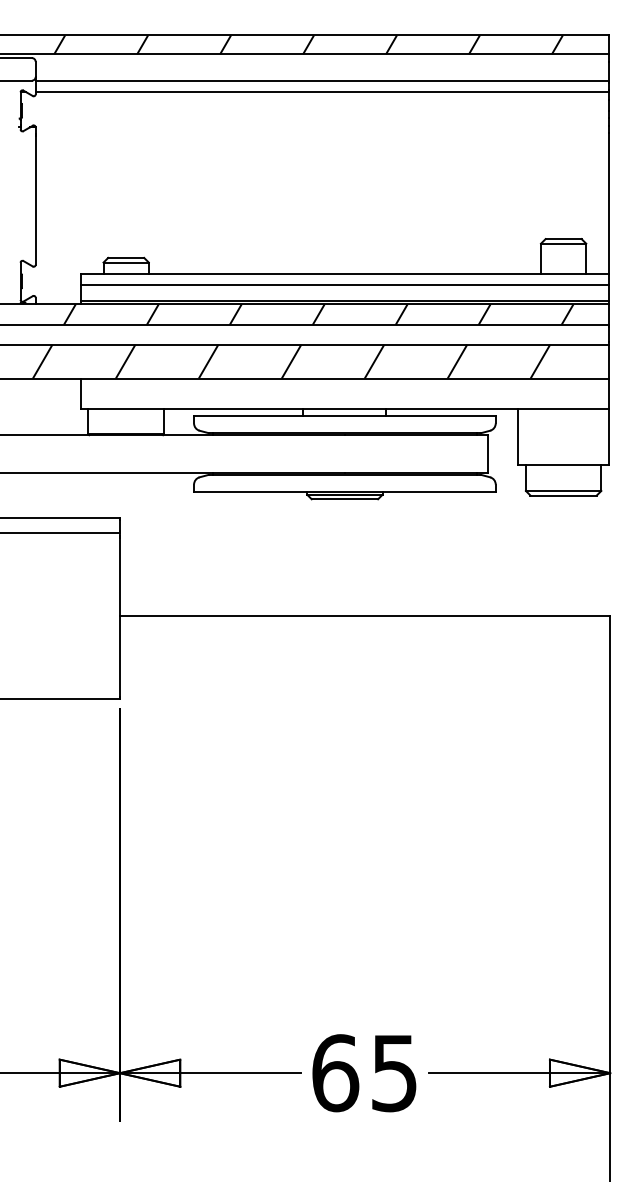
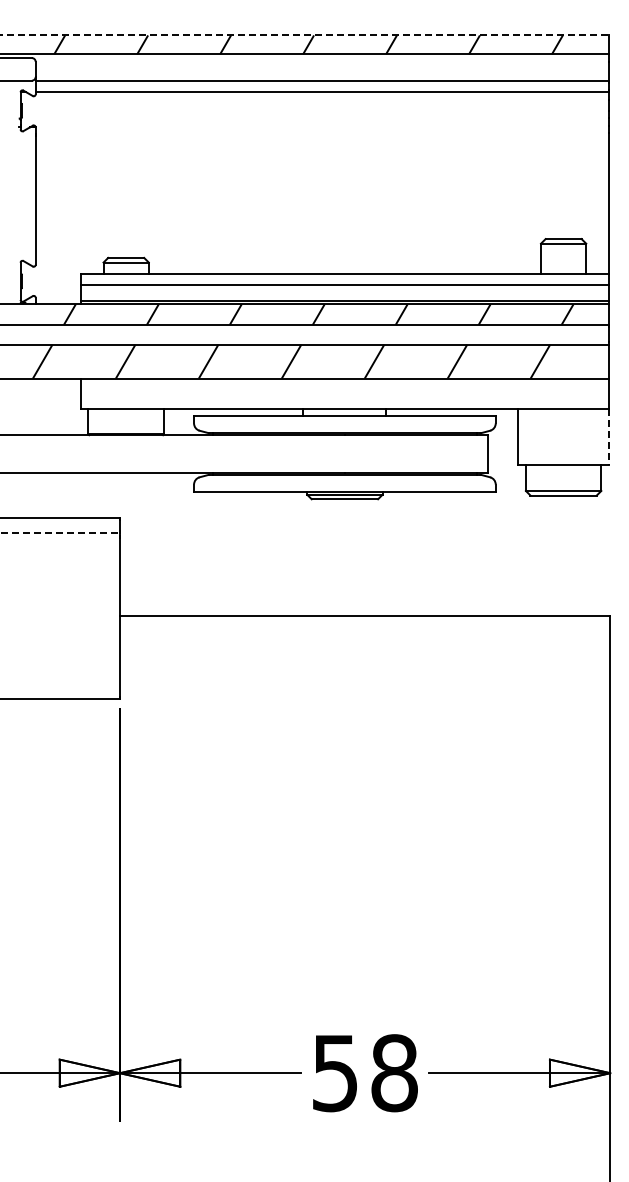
line at (304, 35): solid -> dashed
line at (608, 437): solid -> dashed
line at (60, 533): solid -> dashed
text at (364, 1073): 65 -> 58
